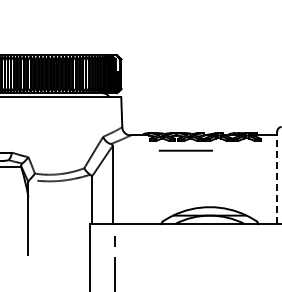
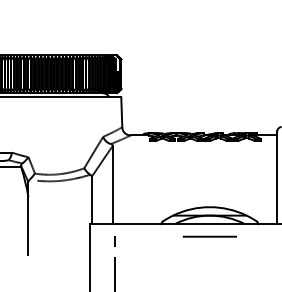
line at (185, 150) position: (185, 150) -> (209, 236)
line at (277, 177): dashed -> solid
